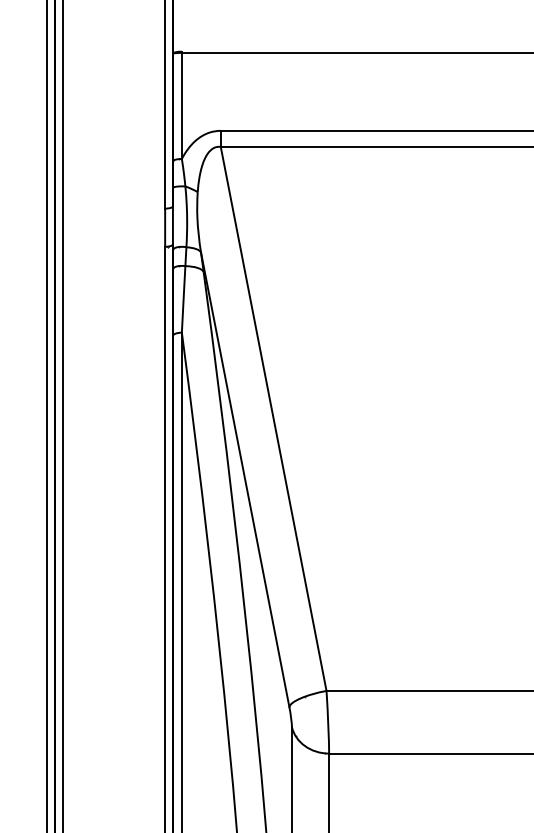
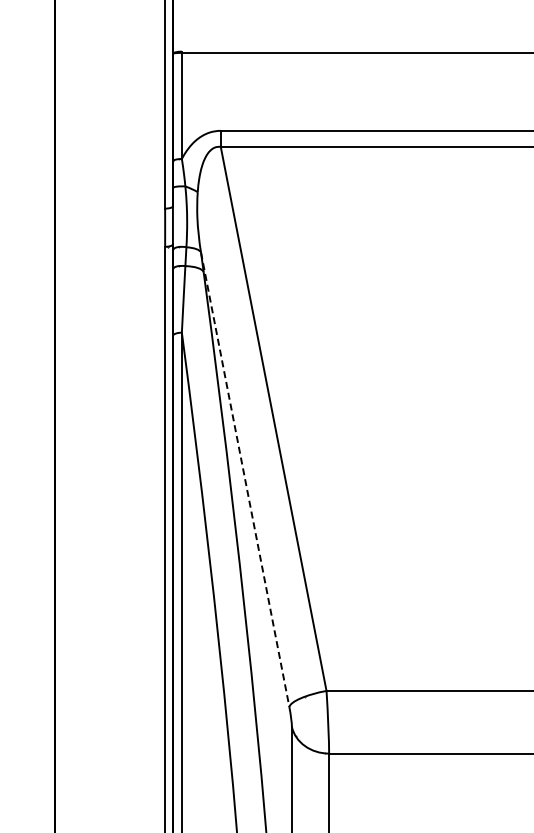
line at (47, 415): present -> none
line at (62, 415): present -> none
line at (245, 479): solid -> dashed
